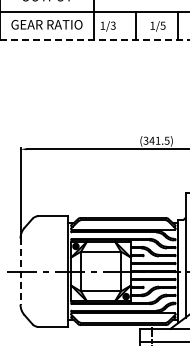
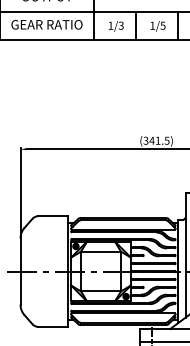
text at (107, 26) position: (107, 26) -> (115, 26)
line at (95, 40): dashed -> solid
line at (20, 272): dashed -> solid
